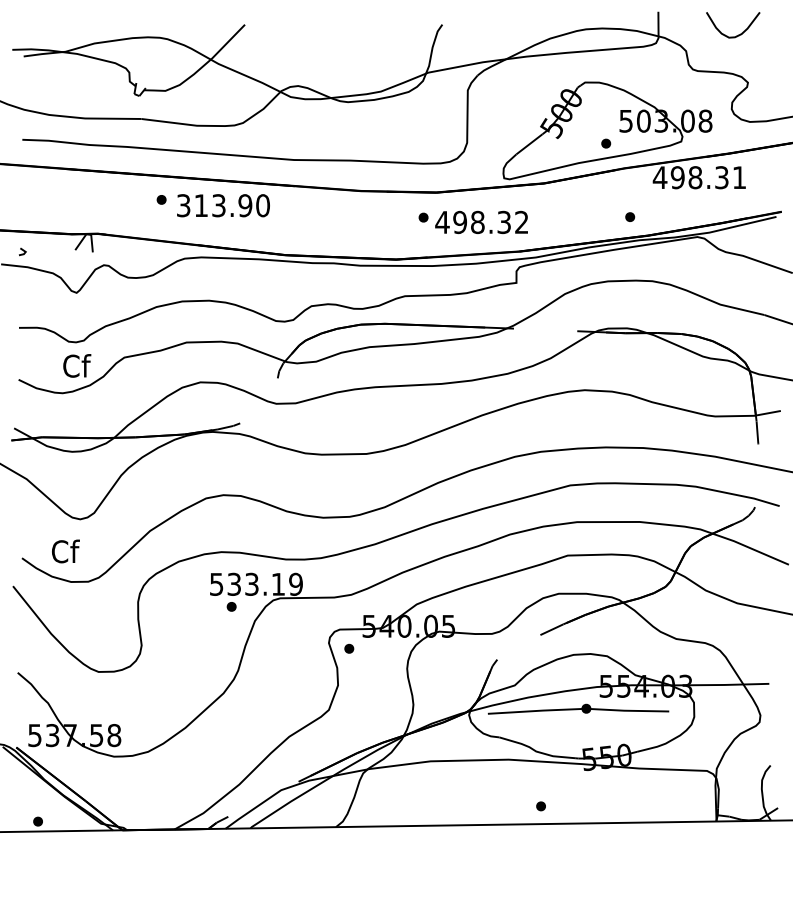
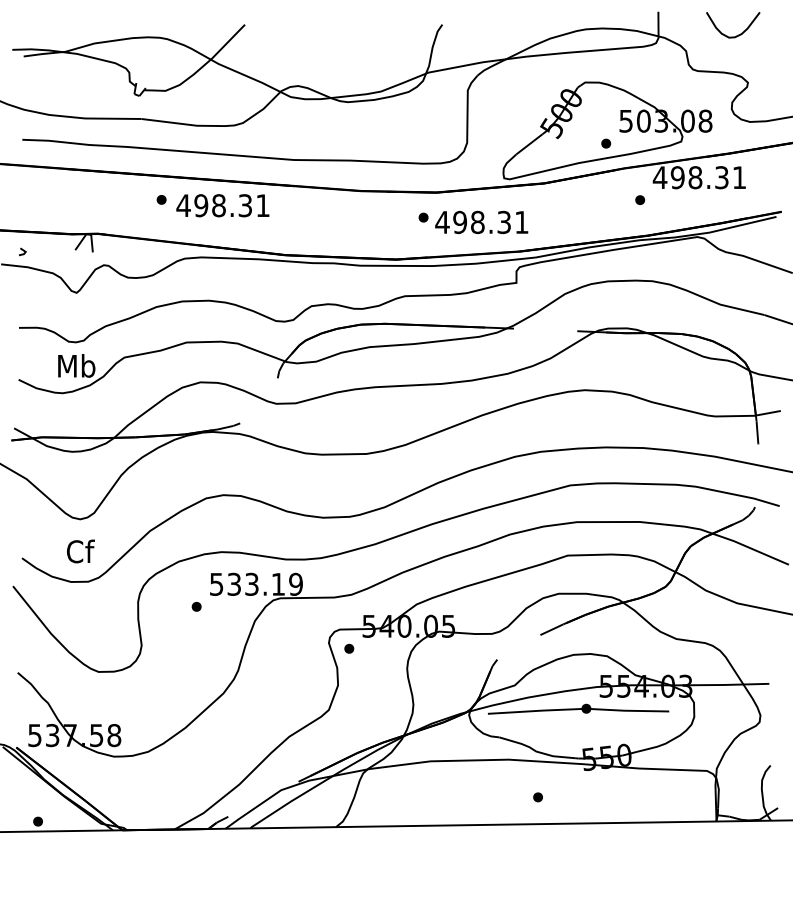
text at (222, 205): 313.90 -> 498.31
part at (630, 216) position: (630, 216) -> (640, 199)
text at (521, 221): 498.32 -> 498.31
text at (76, 365): Cf -> Mb
text at (65, 551) position: (65, 551) -> (80, 551)
part at (231, 606) position: (231, 606) -> (196, 606)
part at (540, 806) position: (540, 806) -> (537, 797)
